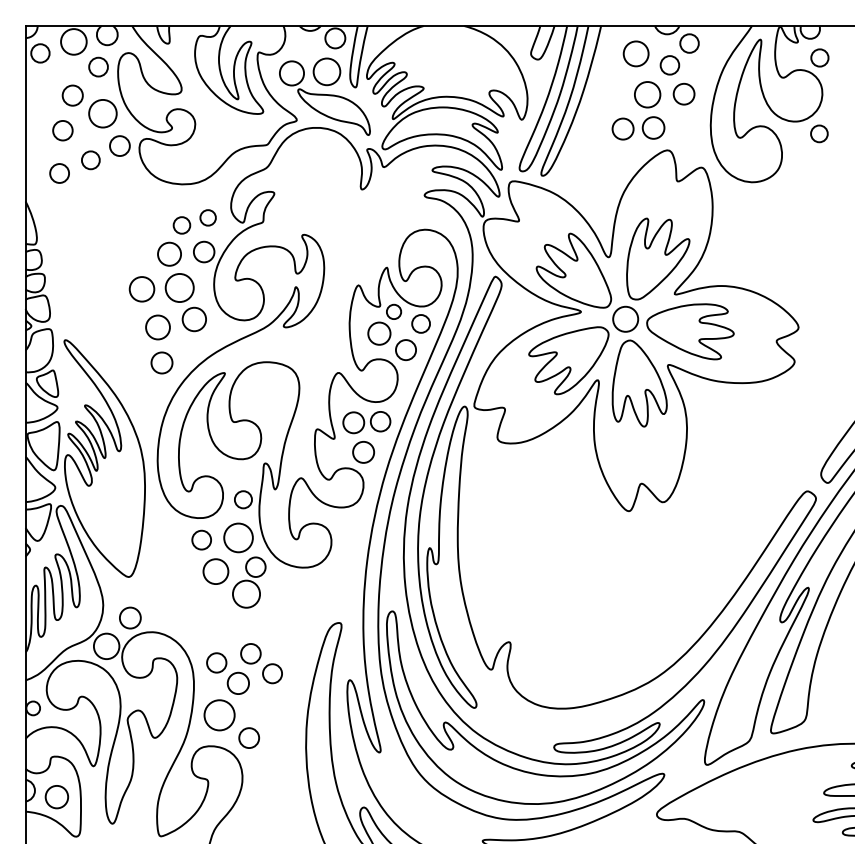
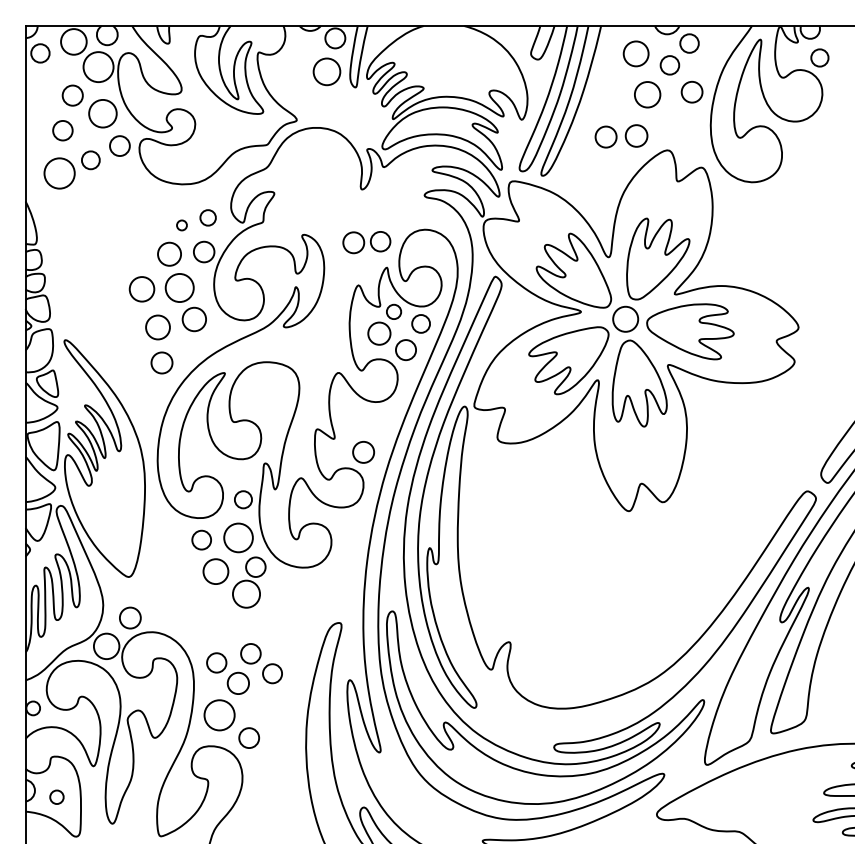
circle at (98, 66) diameter: 19 px -> 30 px
circle at (683, 93) position: (683, 93) -> (691, 91)
part at (324, 97): present -> none
part at (638, 128) position: (638, 128) -> (621, 136)
circle at (819, 133): present -> none
circle at (59, 173) diameter: 19 px -> 30 px
circle at (181, 225) size: 20x19 px -> 12x13 px
part at (366, 422) position: (366, 422) -> (366, 242)
circle at (56, 797) size: 26x25 px -> 16x16 px
